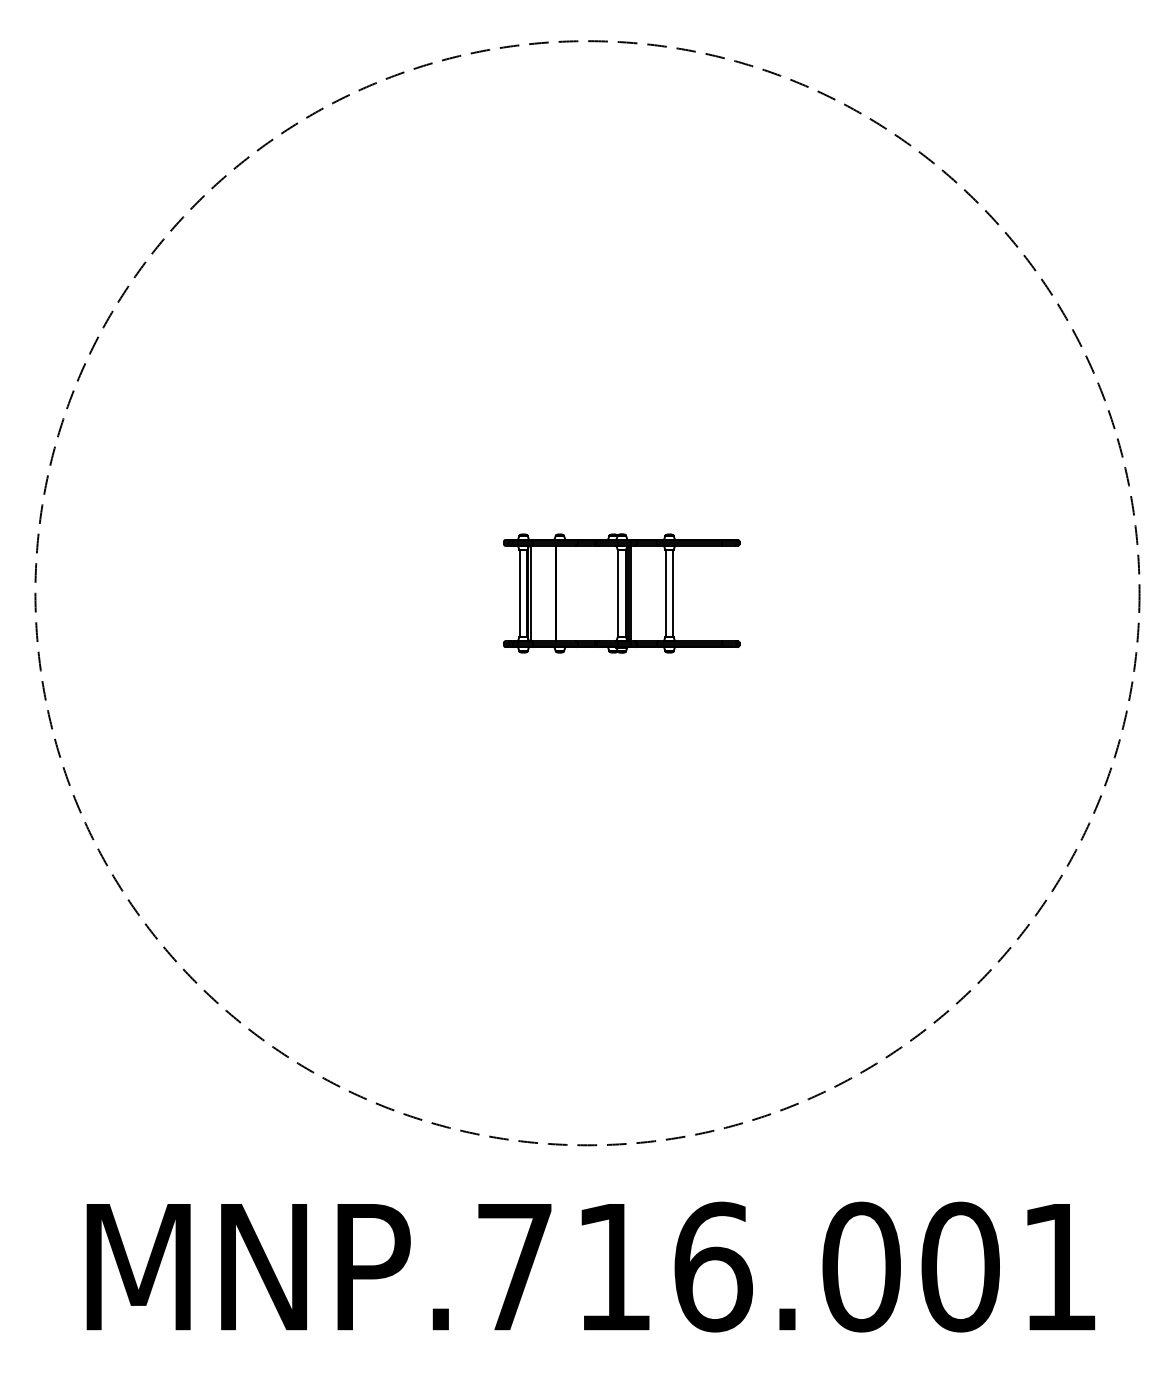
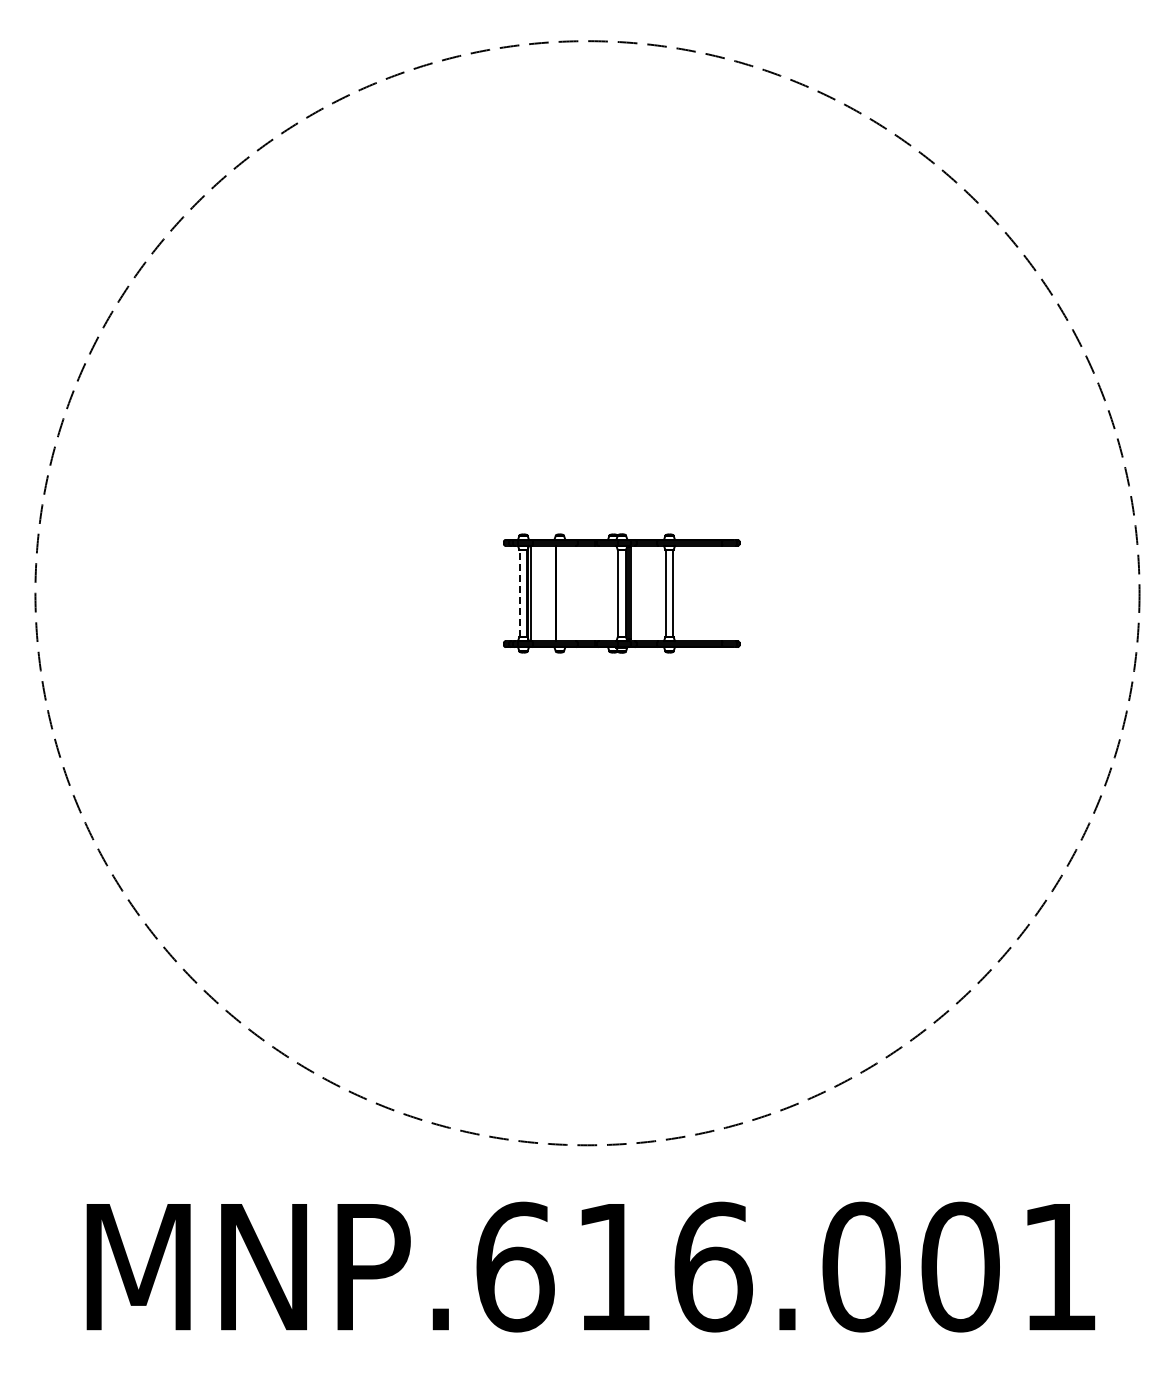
line at (519, 593): solid -> dashed
text at (515, 1266): MNP.716.001 -> MNP.616.001
